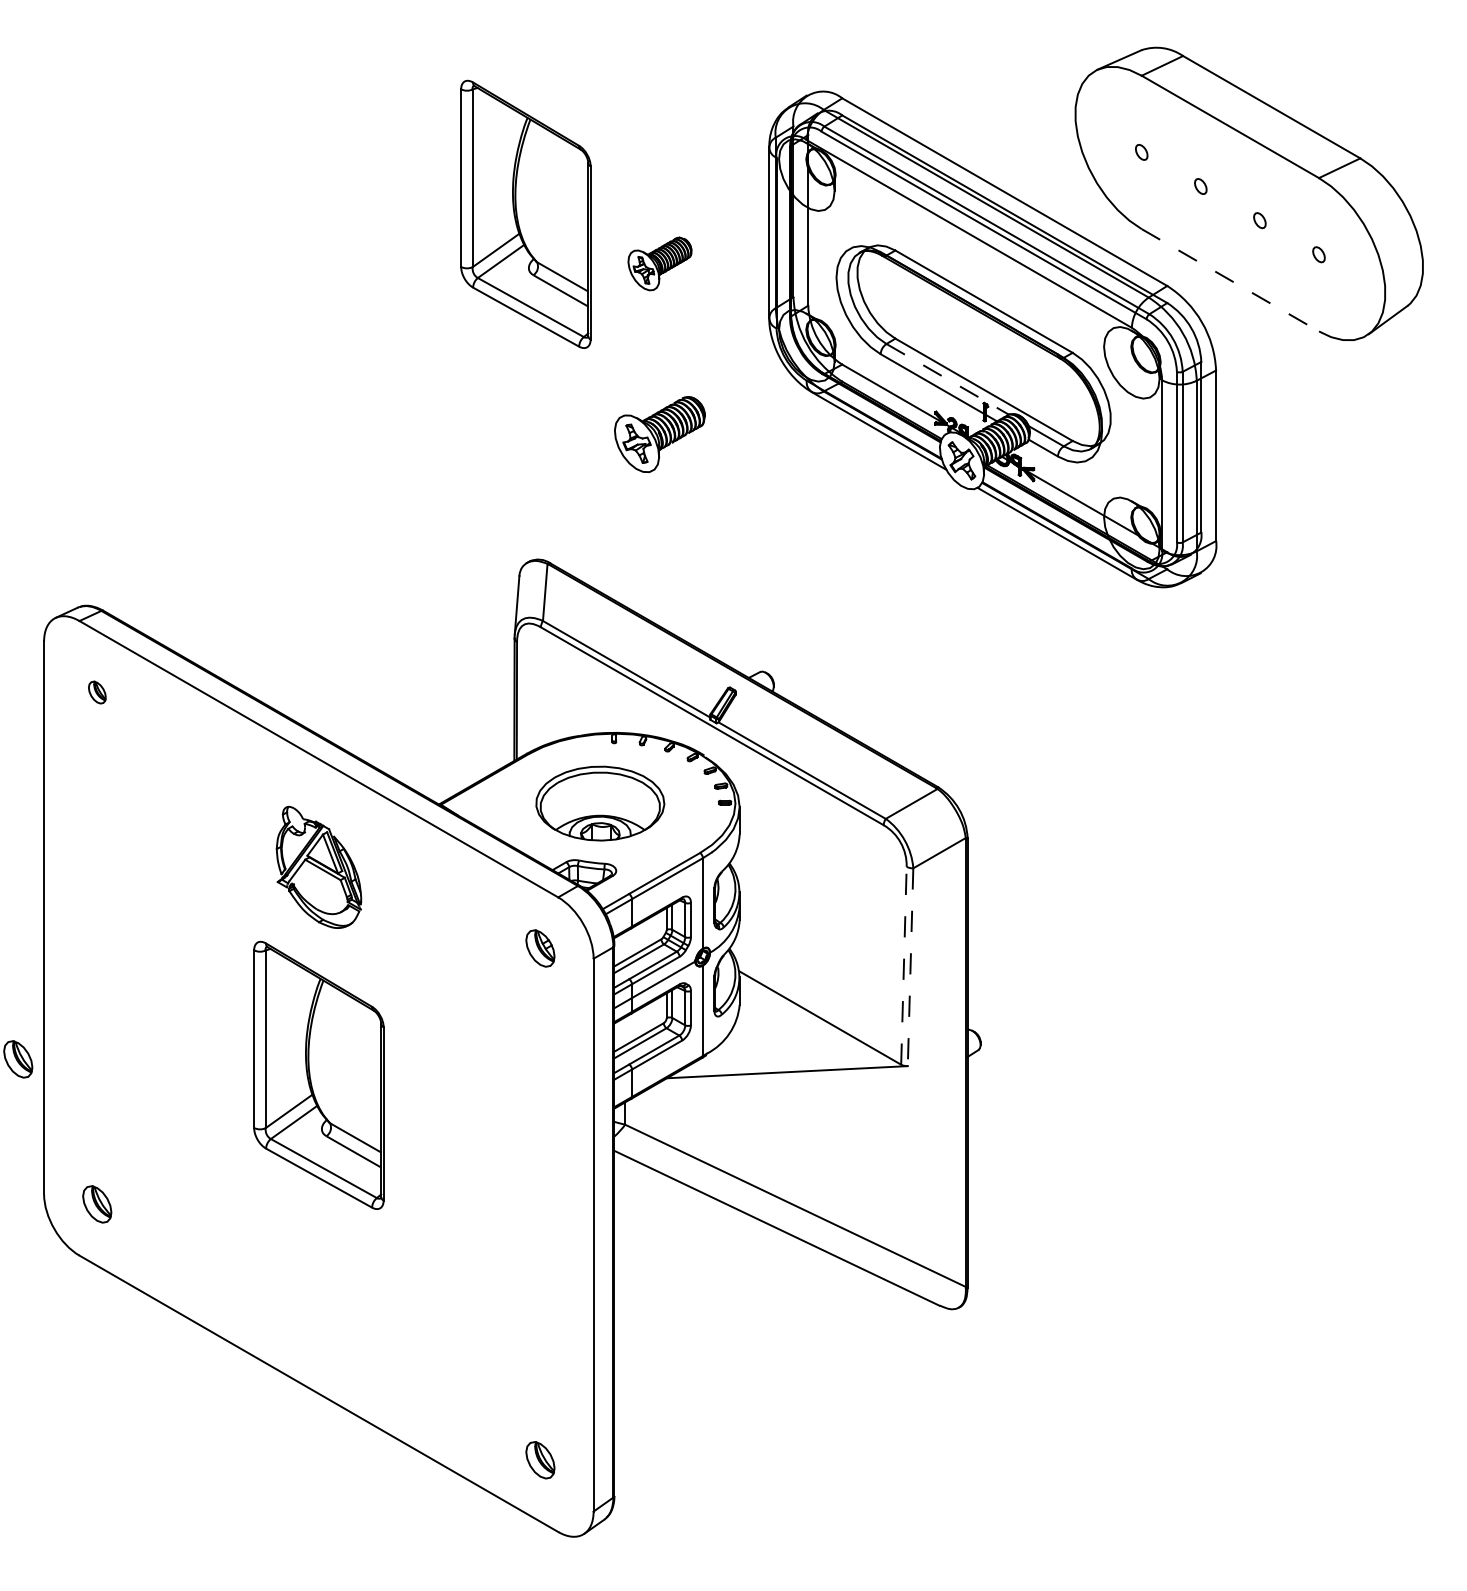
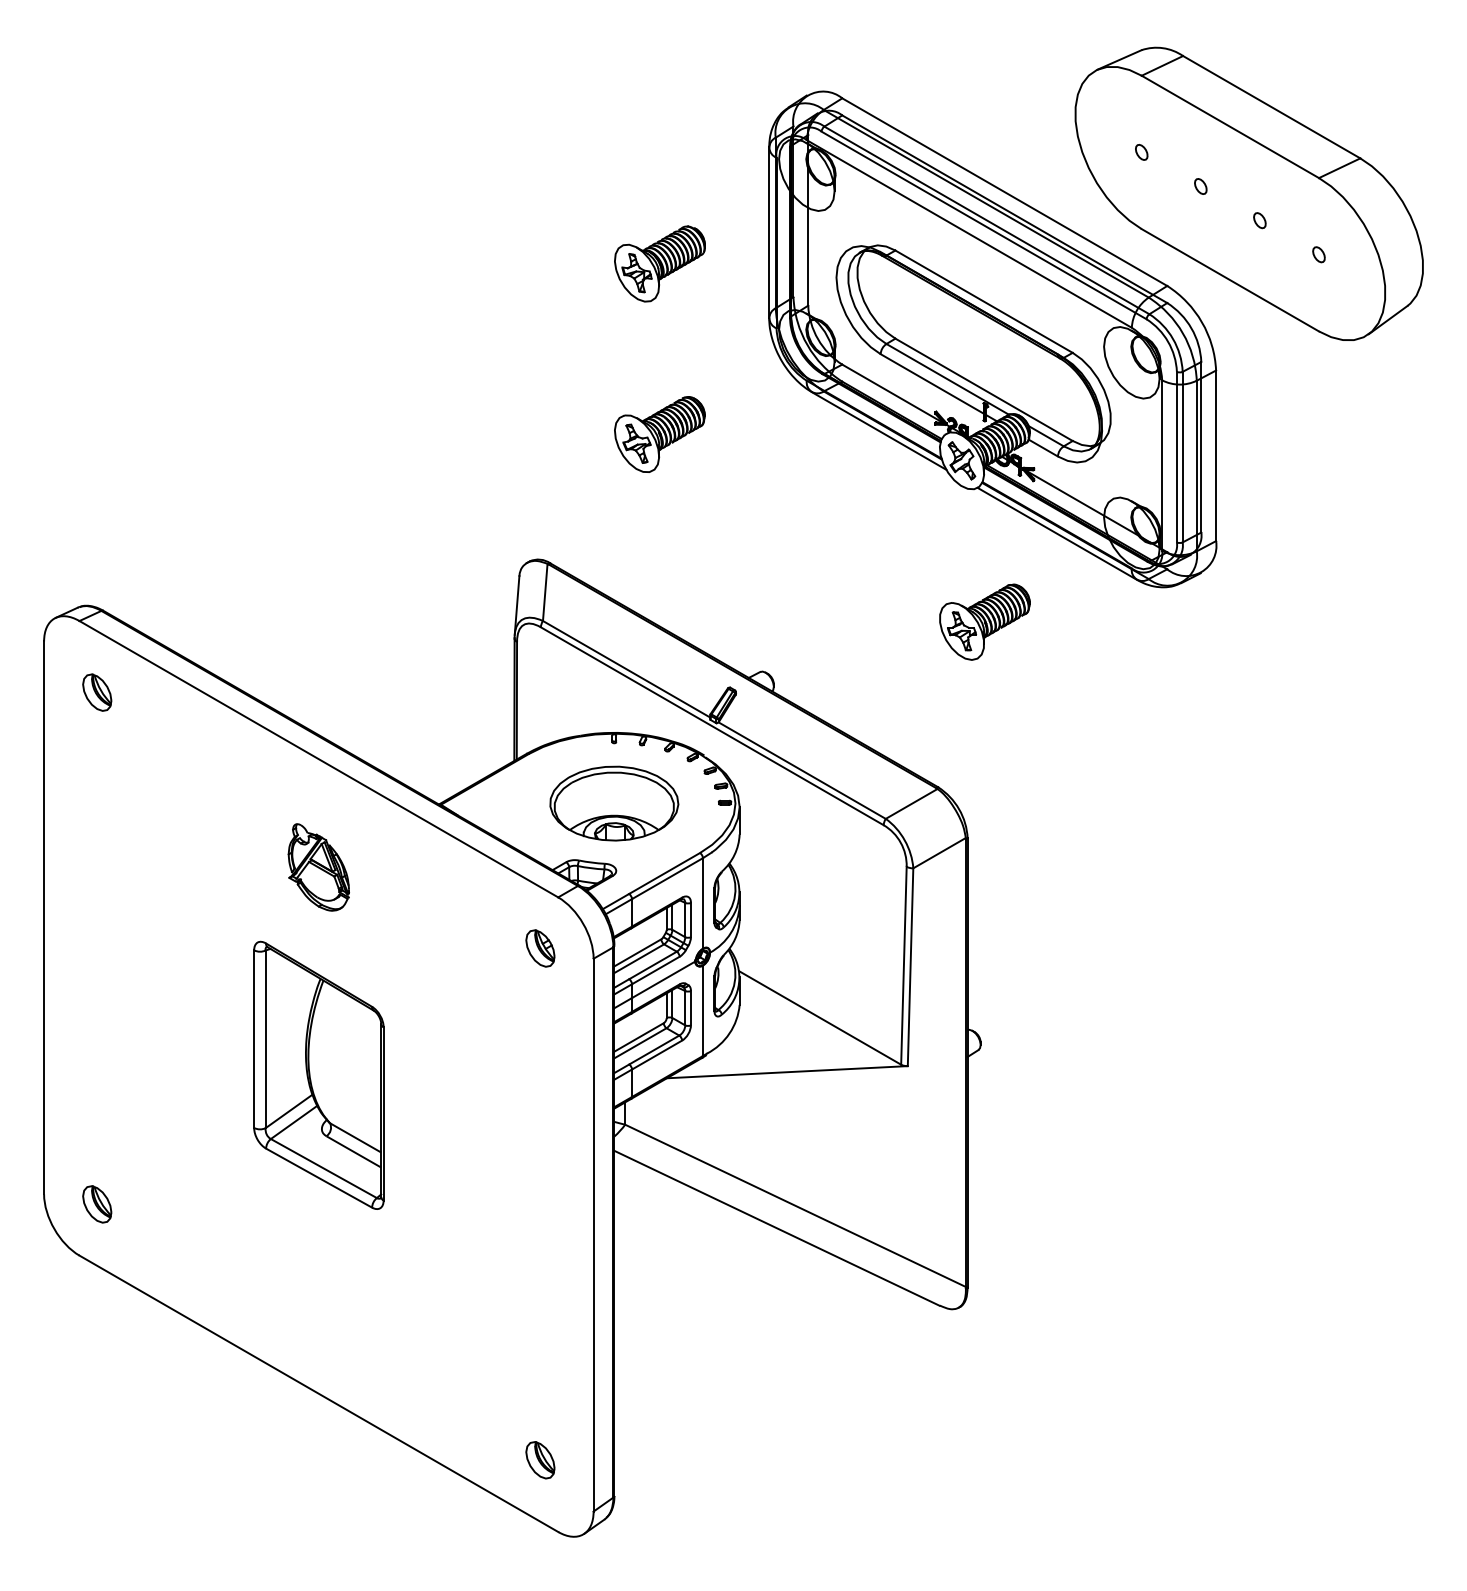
part at (525, 213): present -> none
part at (659, 263) size: 66x56 px -> 92x78 px
line at (1230, 280): dashed -> solid
line at (947, 379): dashed -> solid
part at (984, 621): none -> present
part at (97, 692) size: 19x25 px -> 31x39 px
part at (600, 803) position: (600, 803) -> (614, 803)
part at (318, 866) size: 88x124 px -> 63x89 px
line at (903, 965): dashed -> solid
line at (910, 967): dashed -> solid
part at (18, 1059): present -> none
